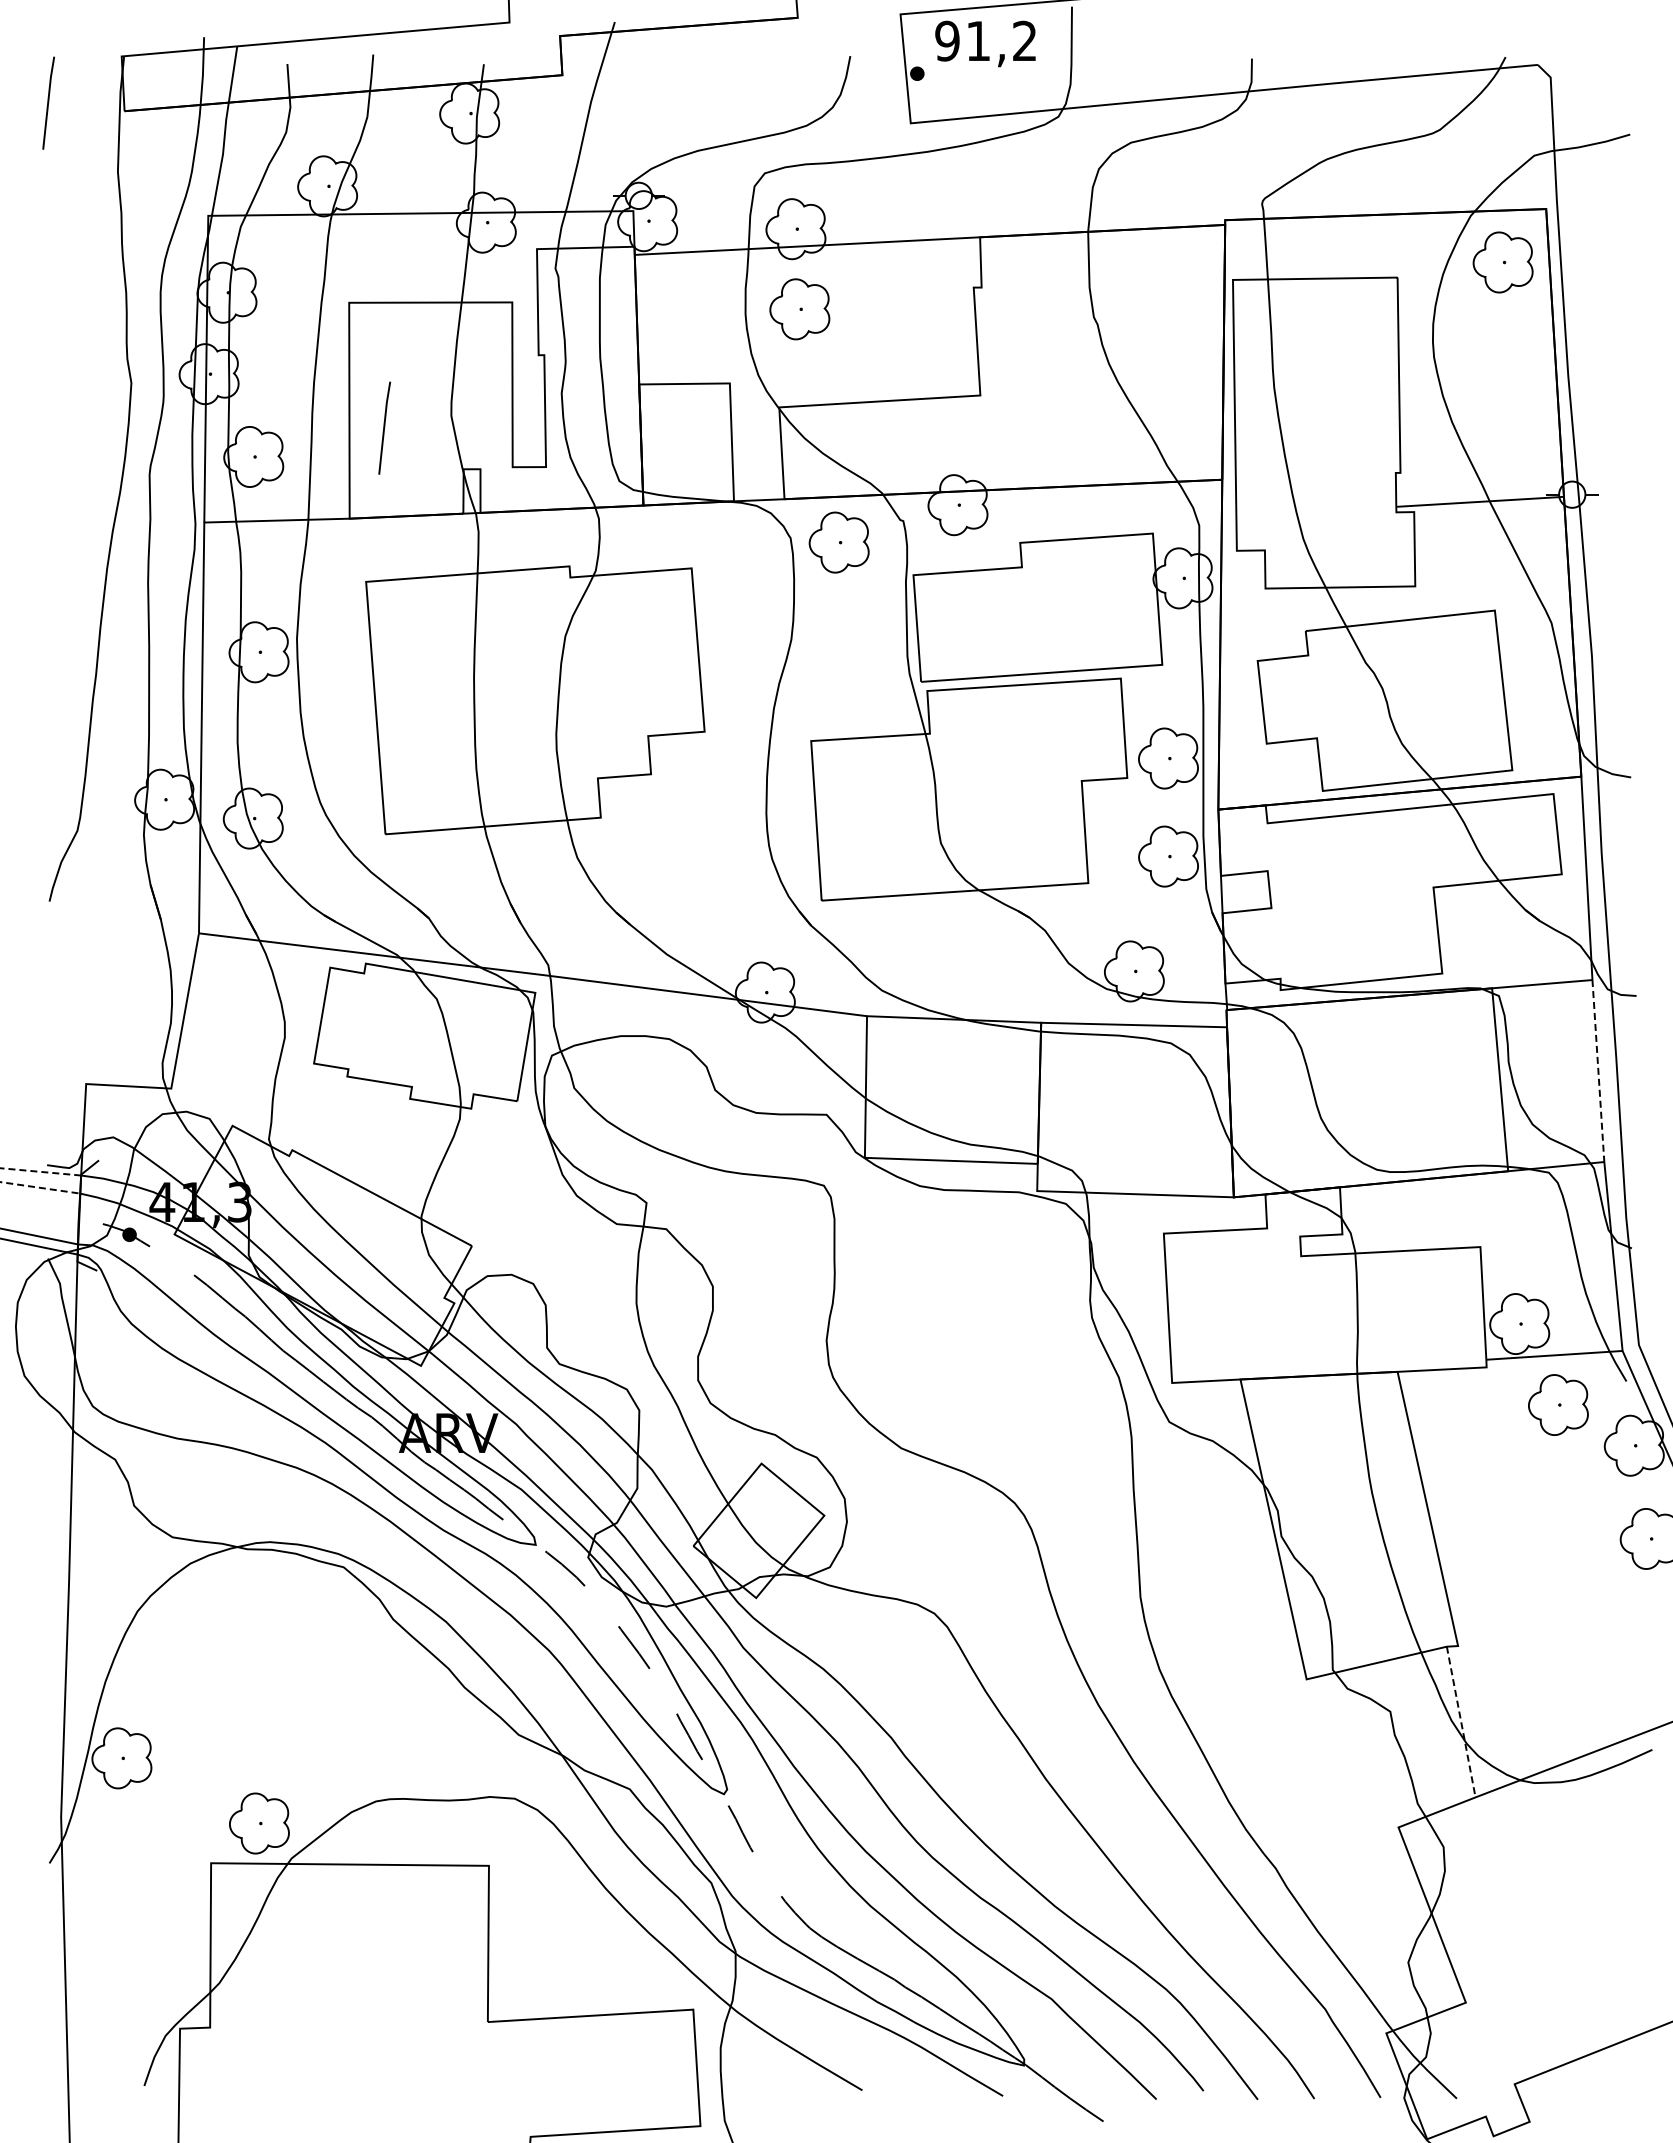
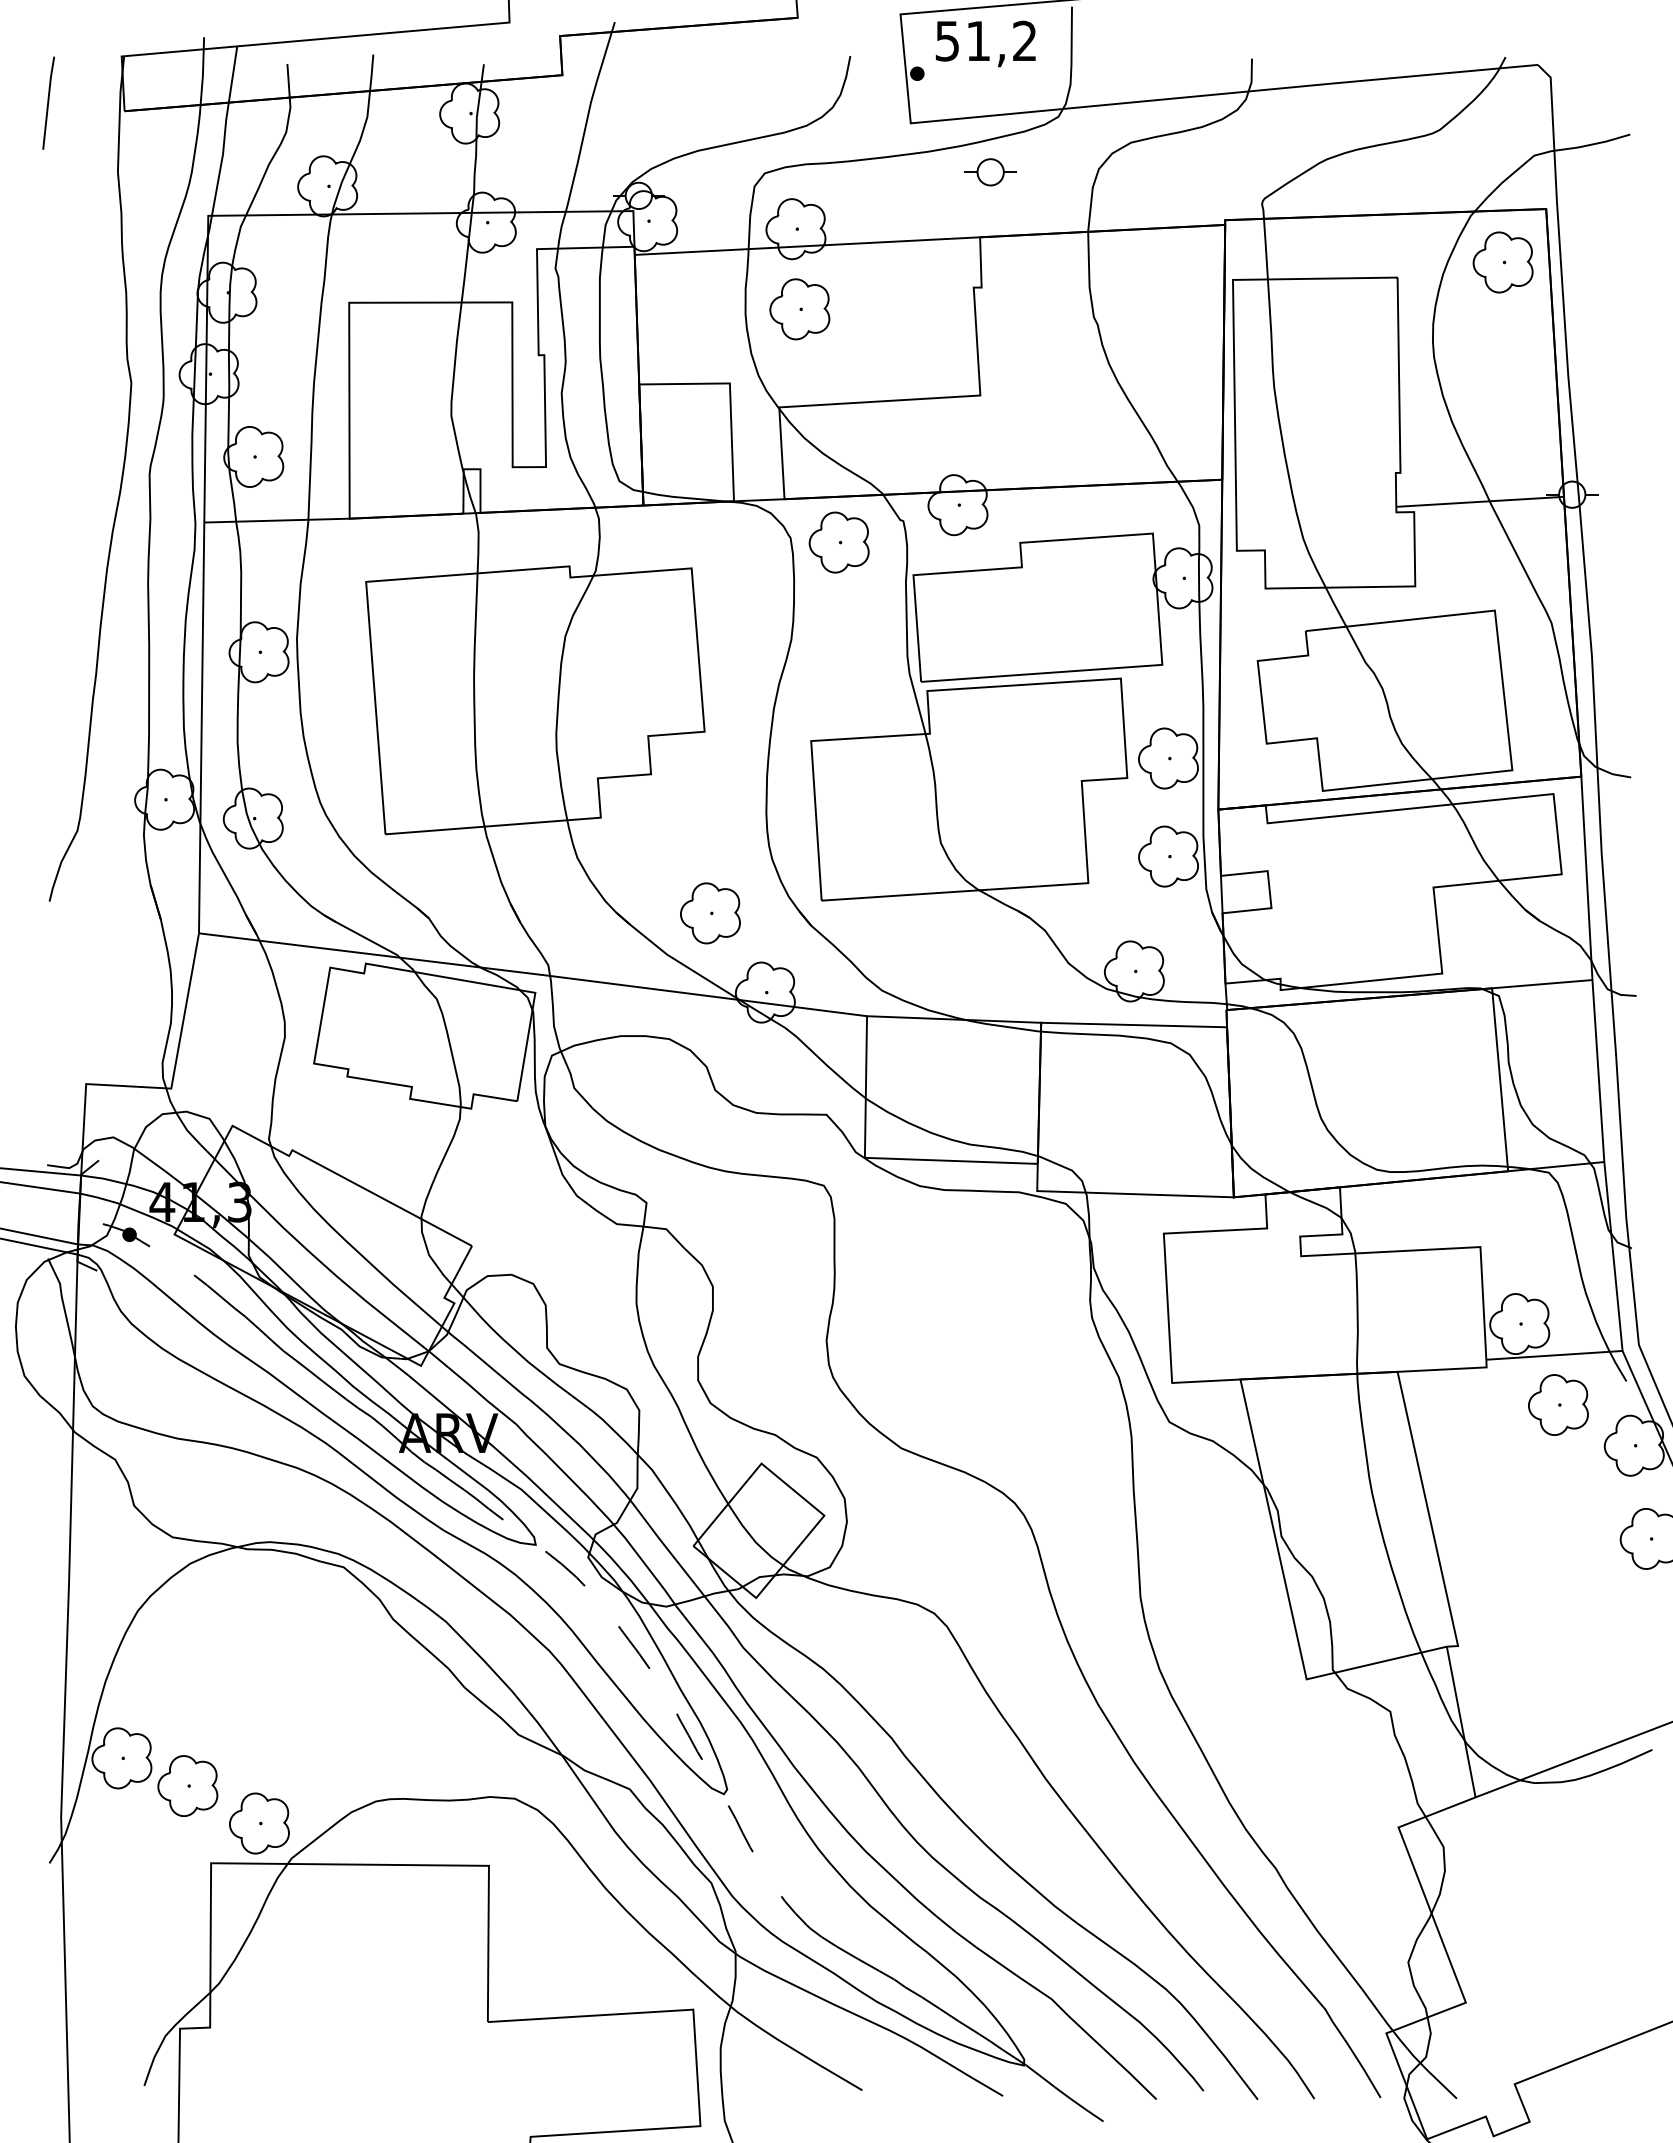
text at (947, 40): 91,2 -> 51,2
part at (990, 172): none -> present
line at (384, 427): present -> none
part at (710, 913): none -> present
line at (1598, 1071): dashed -> solid
line at (40, 1171): dashed -> solid
line at (40, 1187): dashed -> solid
line at (1461, 1722): dashed -> solid
part at (187, 1785): none -> present
